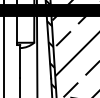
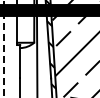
line at (3, 48): solid -> dashed
